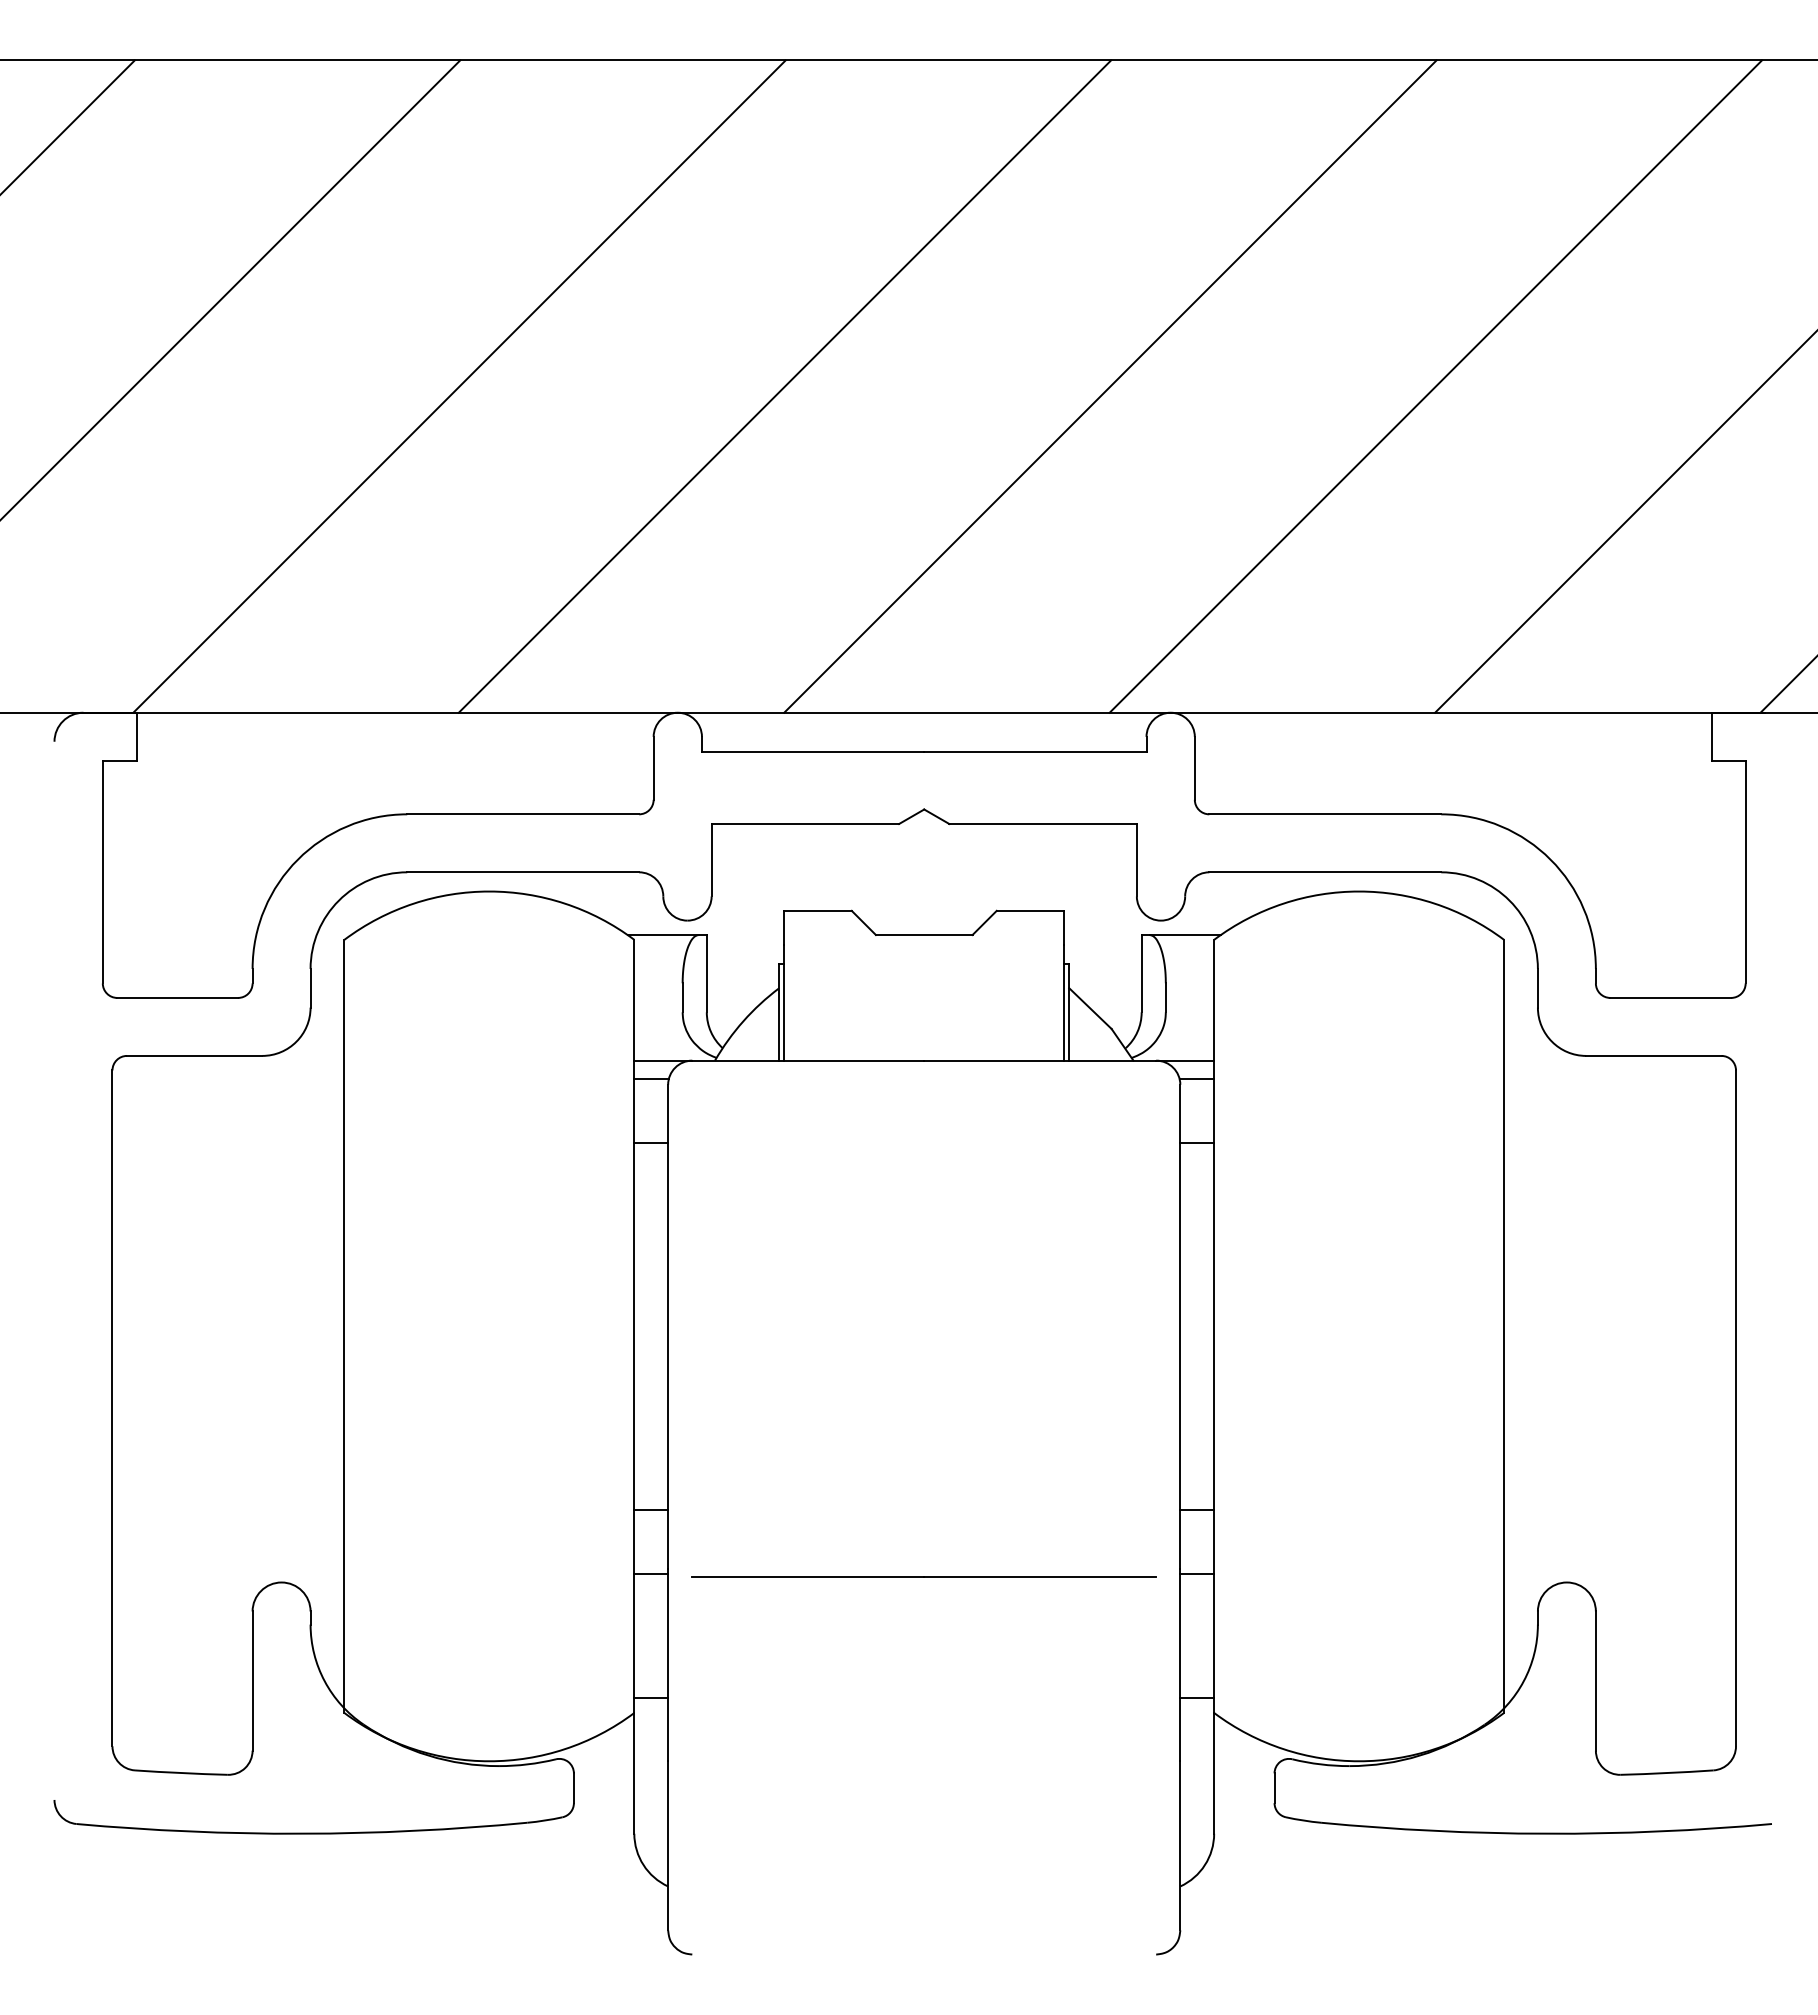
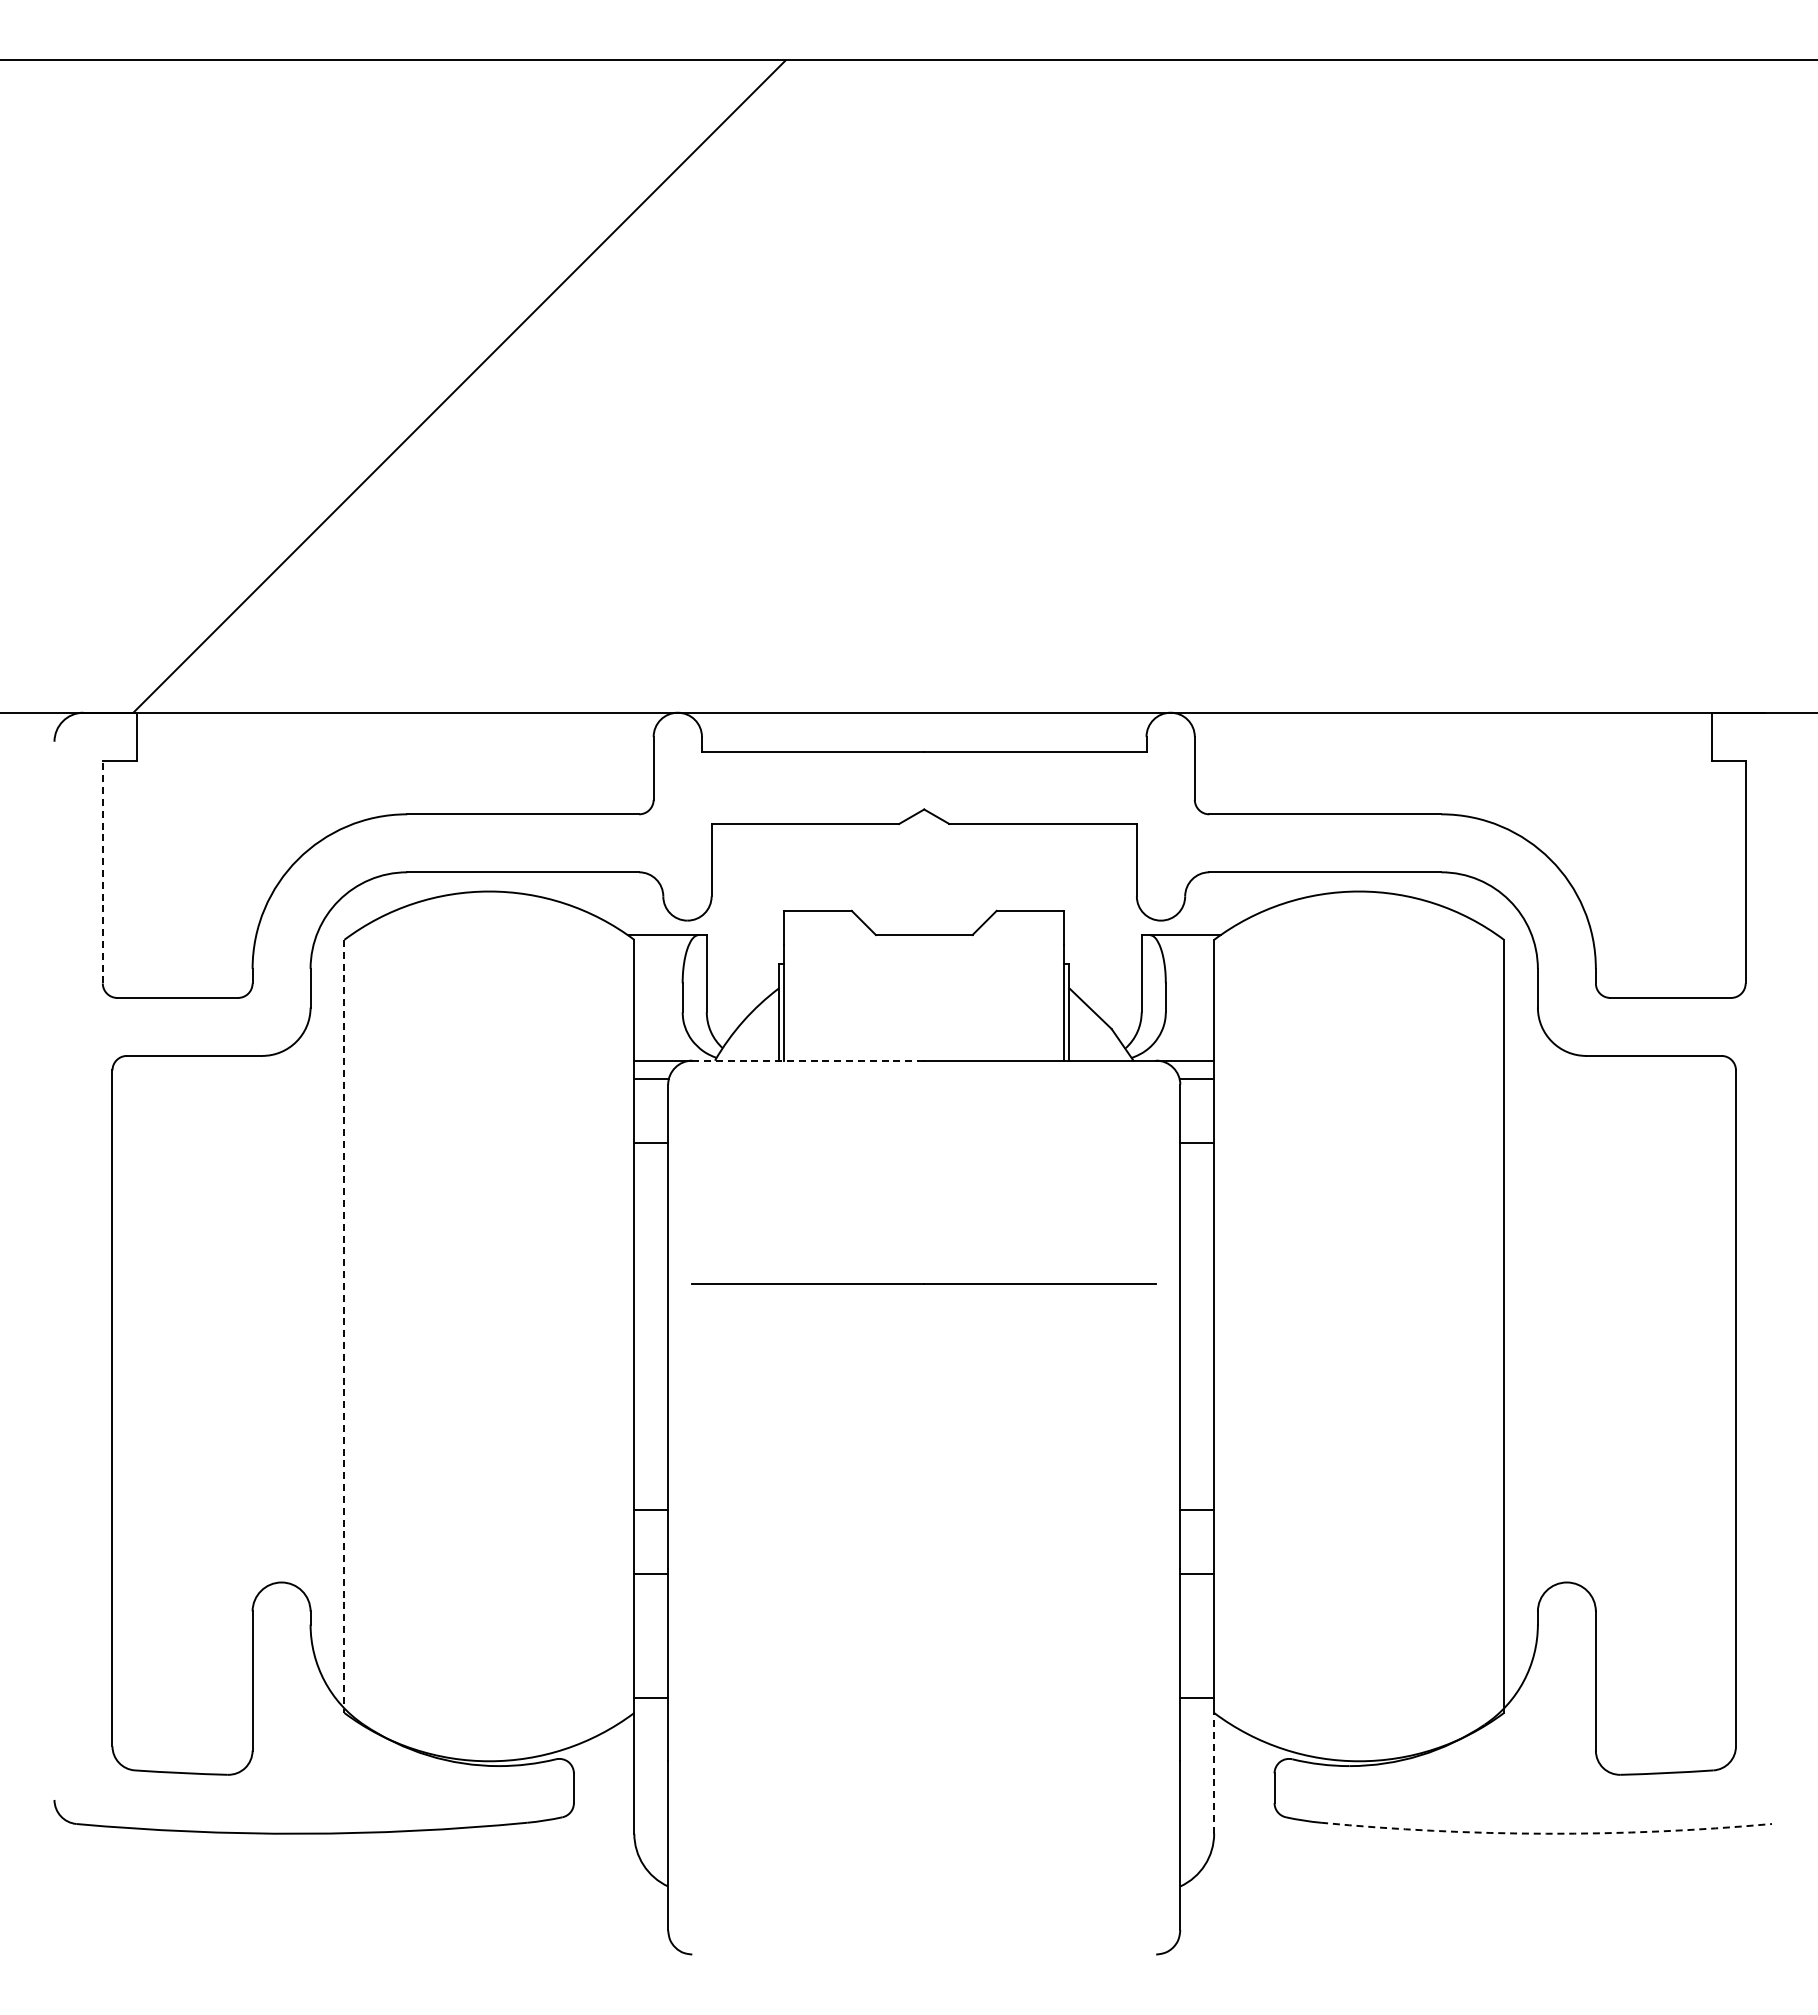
line at (68, 126): present -> none
line at (231, 289): present -> none
line at (784, 386): present -> none
line at (1110, 386): present -> none
line at (1435, 386): present -> none
line at (1624, 522): present -> none
line at (1787, 685): present -> none
line at (102, 871): solid -> dashed
line at (808, 1060): solid -> dashed
line at (344, 1326): solid -> dashed
line at (923, 1576) position: (923, 1576) -> (923, 1283)
line at (1214, 1772): solid -> dashed
arc at (1546, 1833): solid -> dashed
